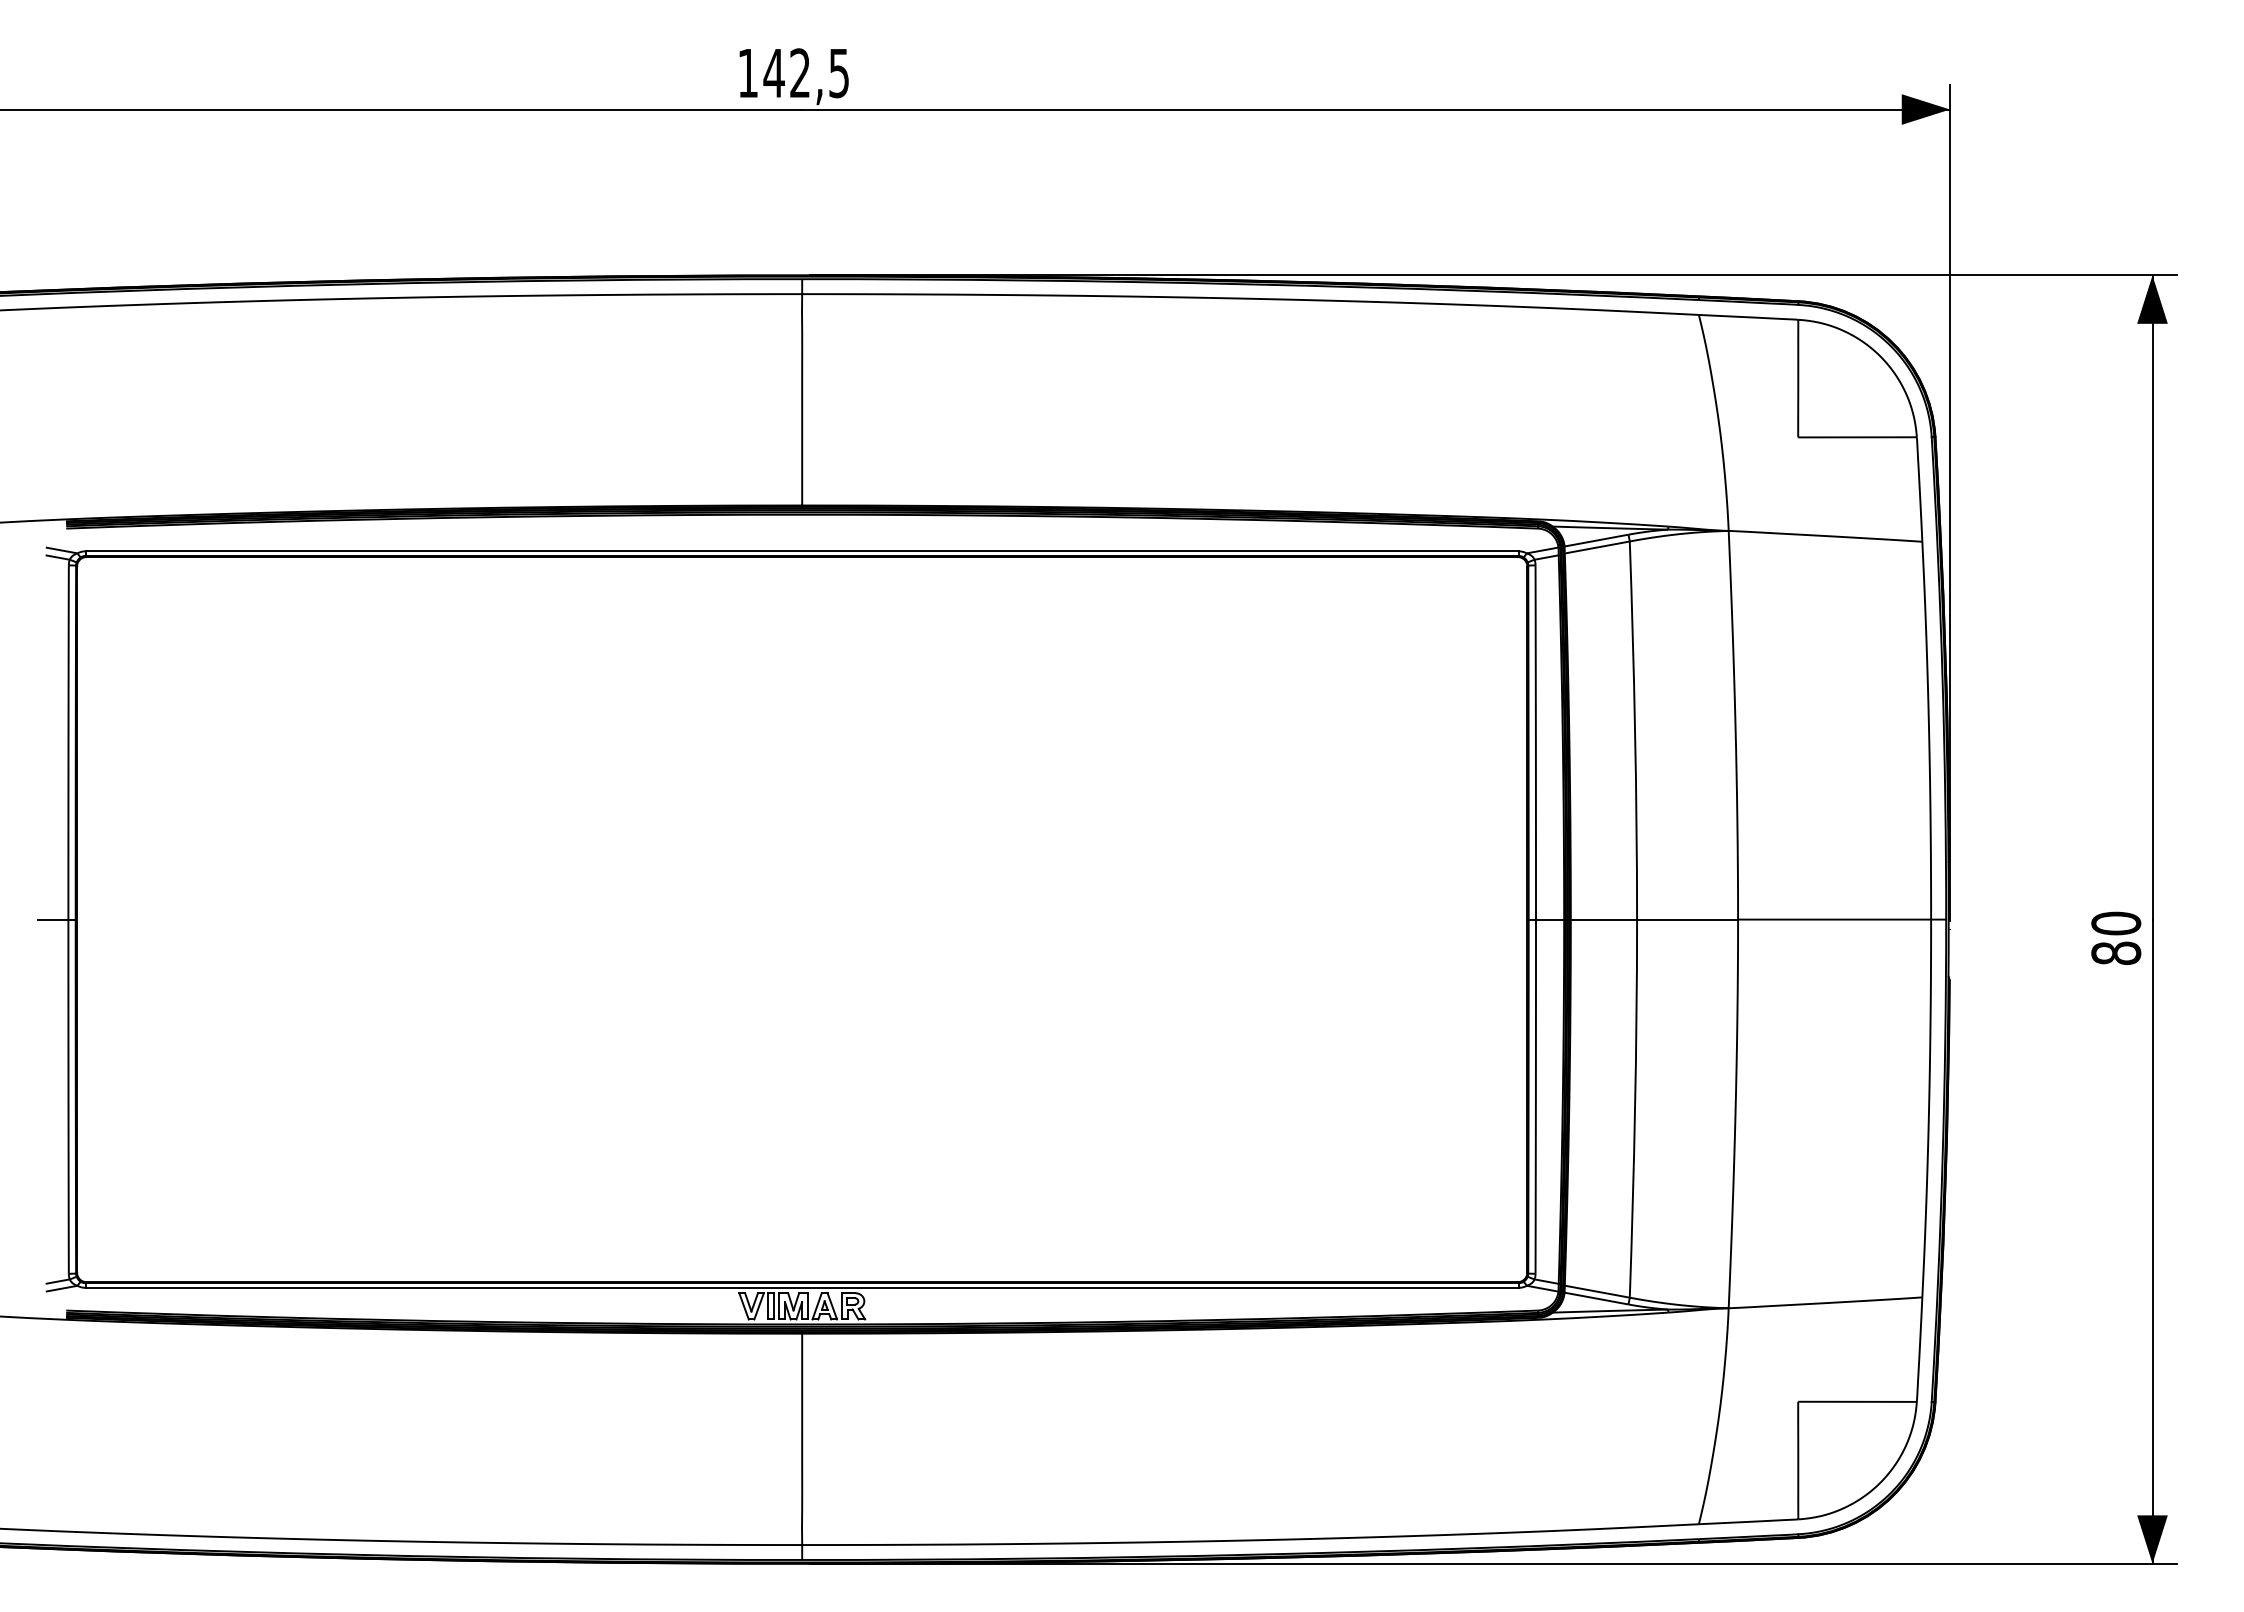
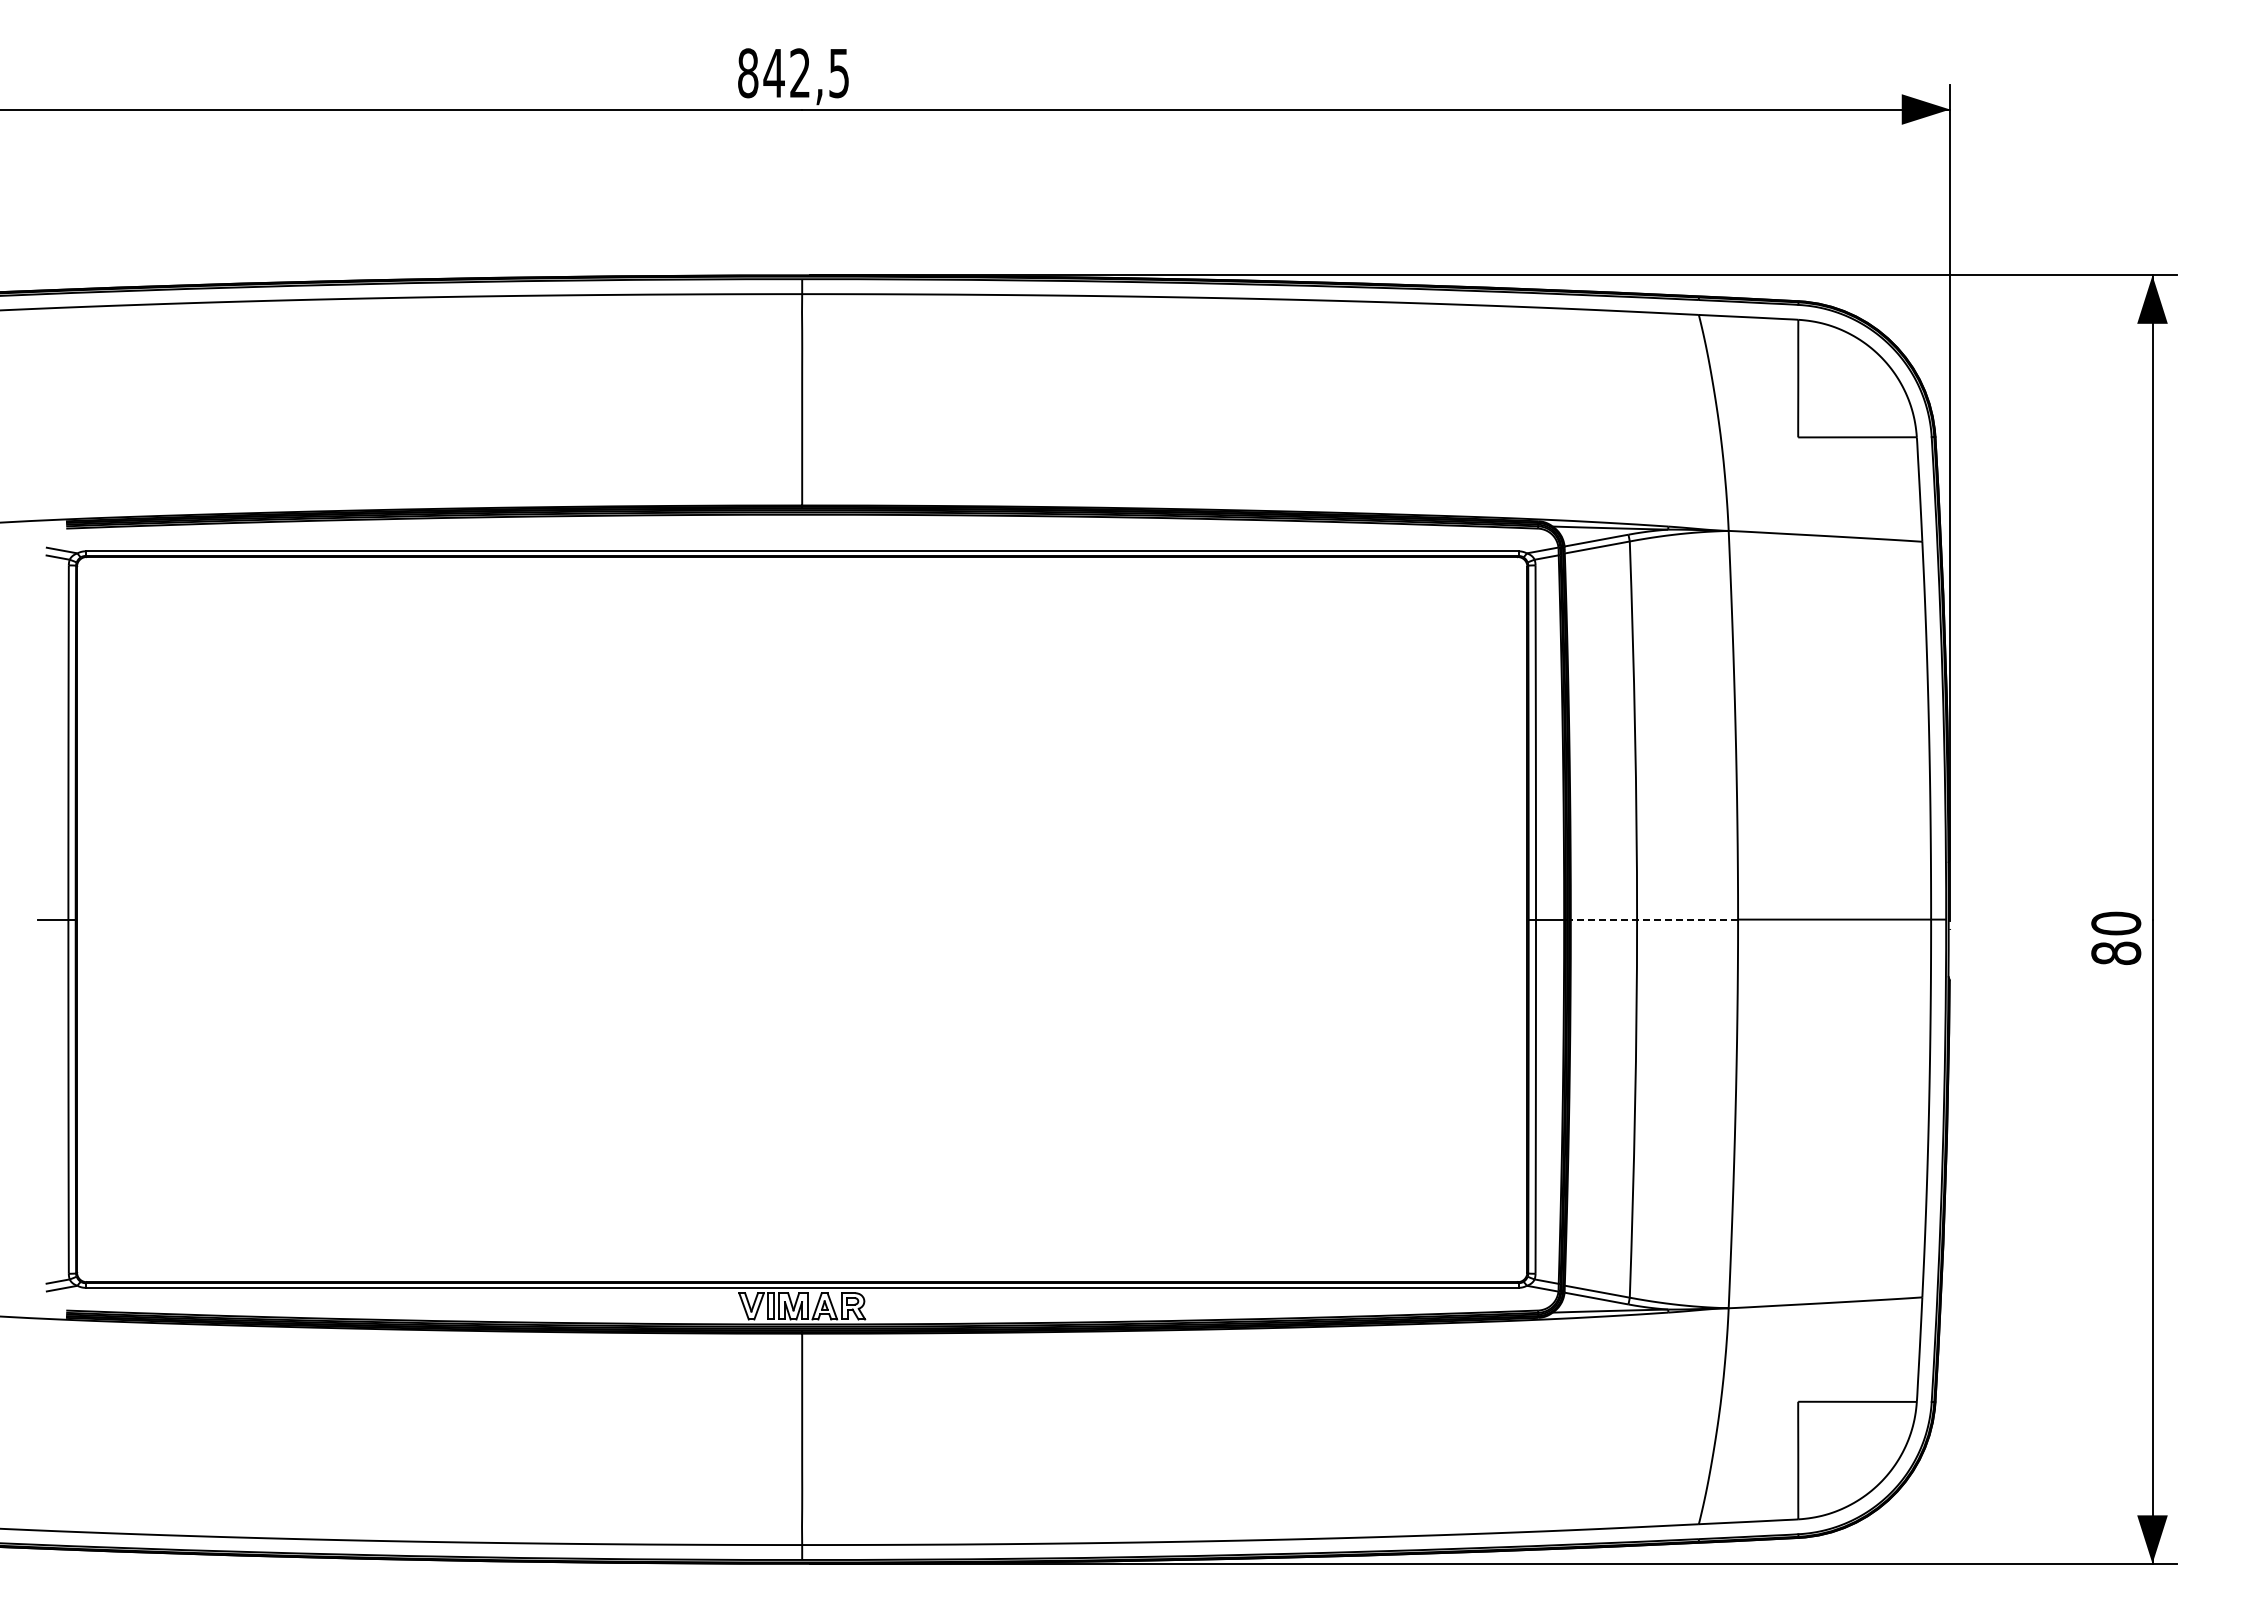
text at (748, 73): 142,5 -> 842,5
line at (1653, 919): solid -> dashed
